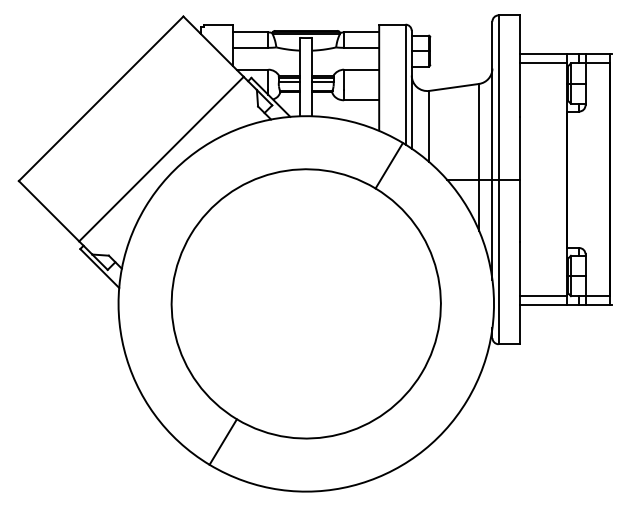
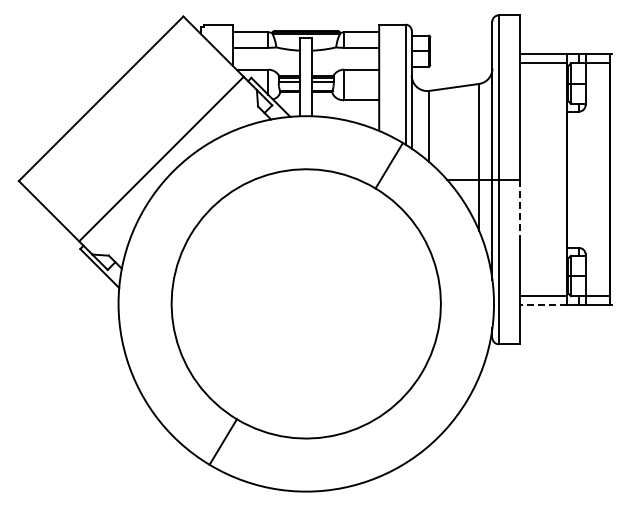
line at (520, 211): solid -> dashed
line at (543, 305): solid -> dashed
